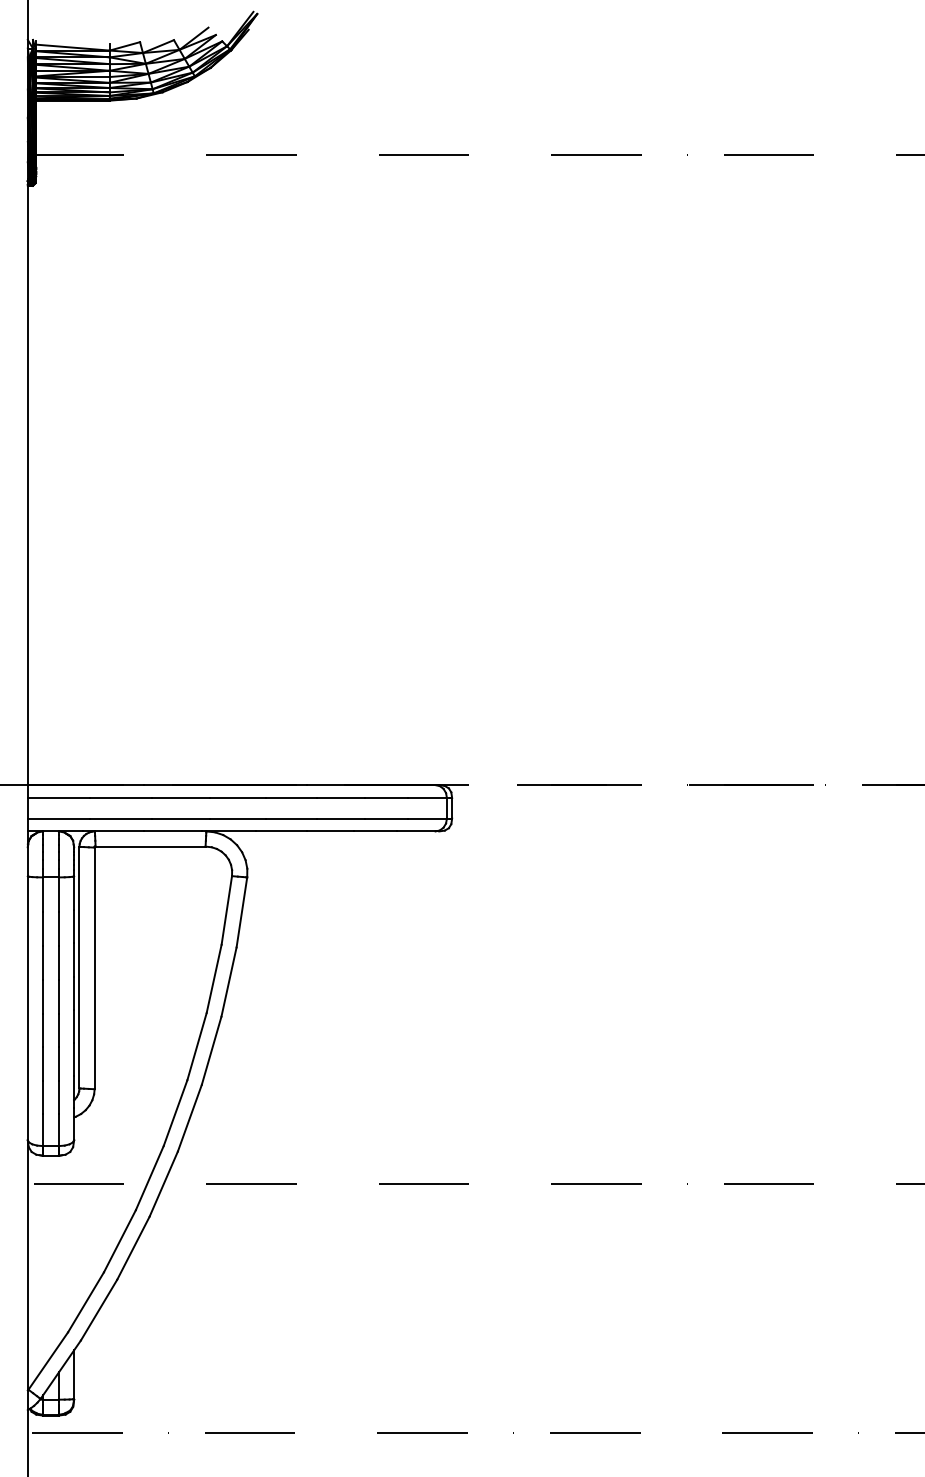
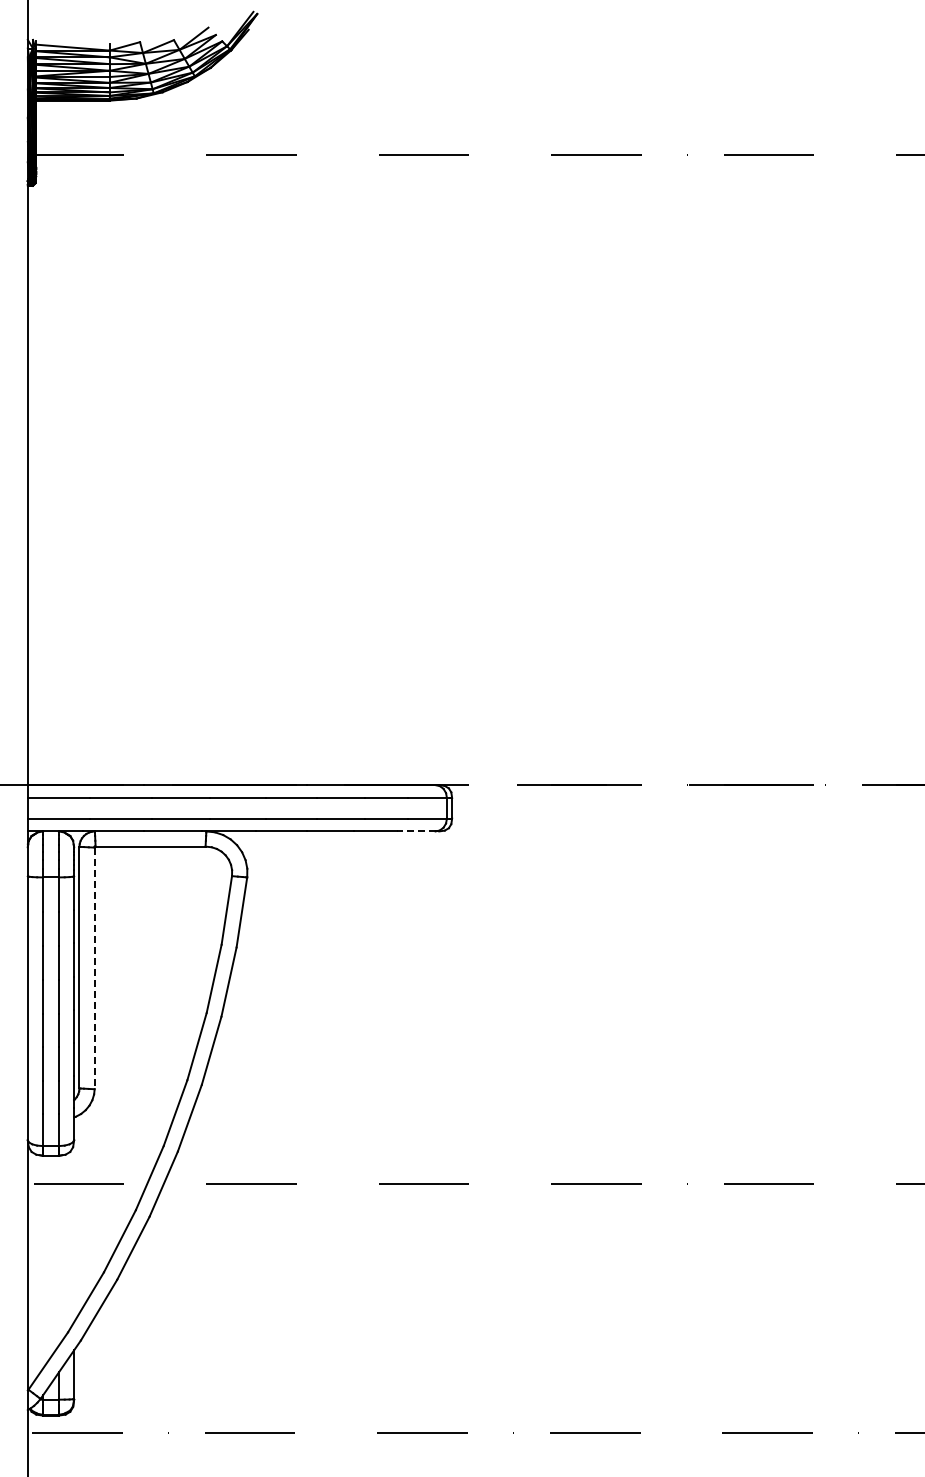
line at (415, 831): solid -> dashed
line at (94, 968): solid -> dashed
